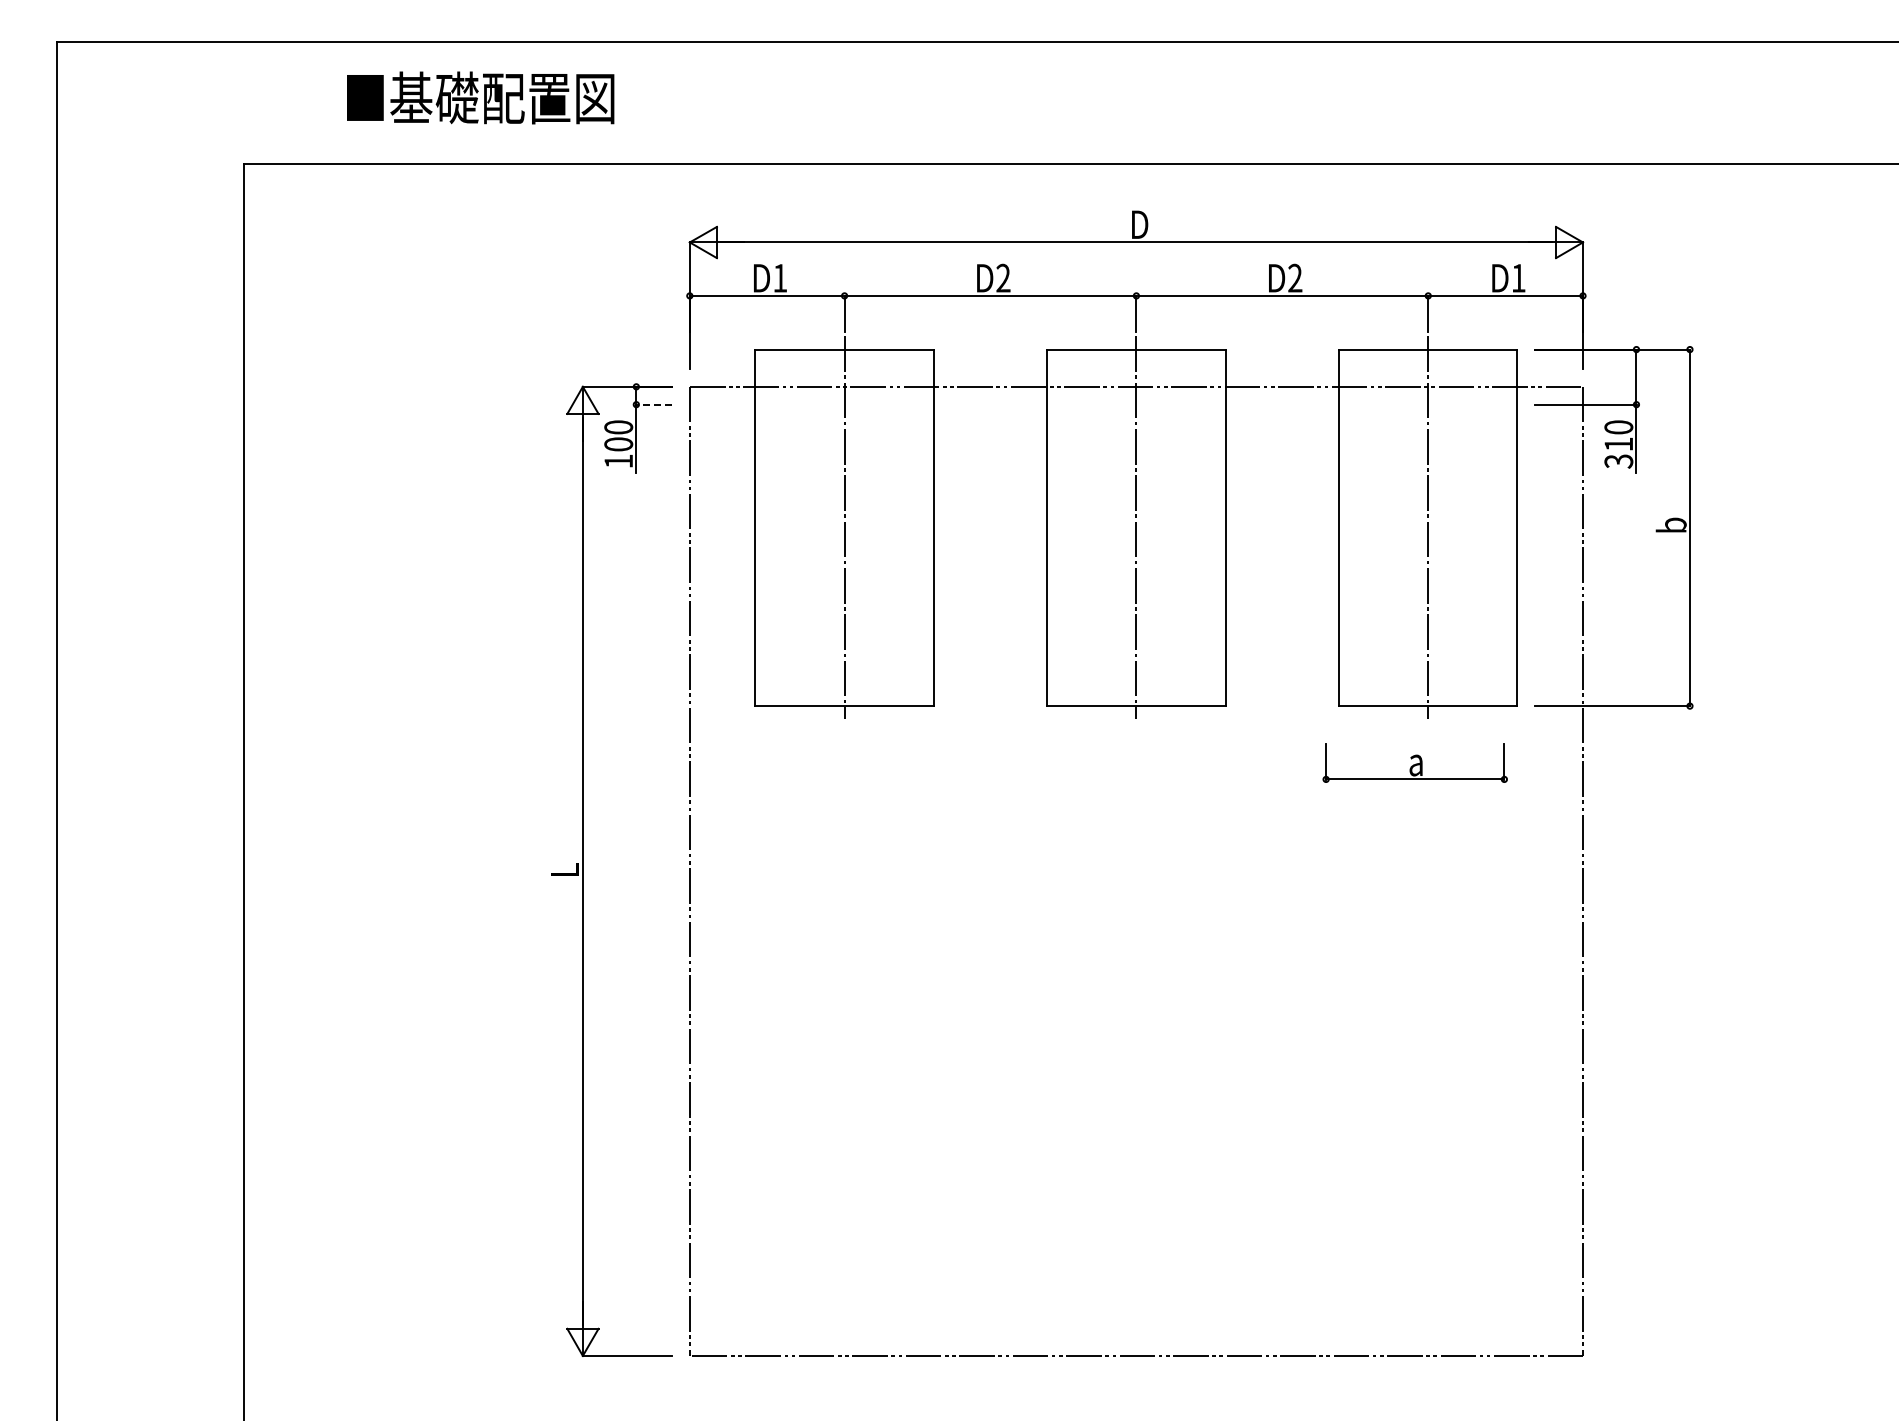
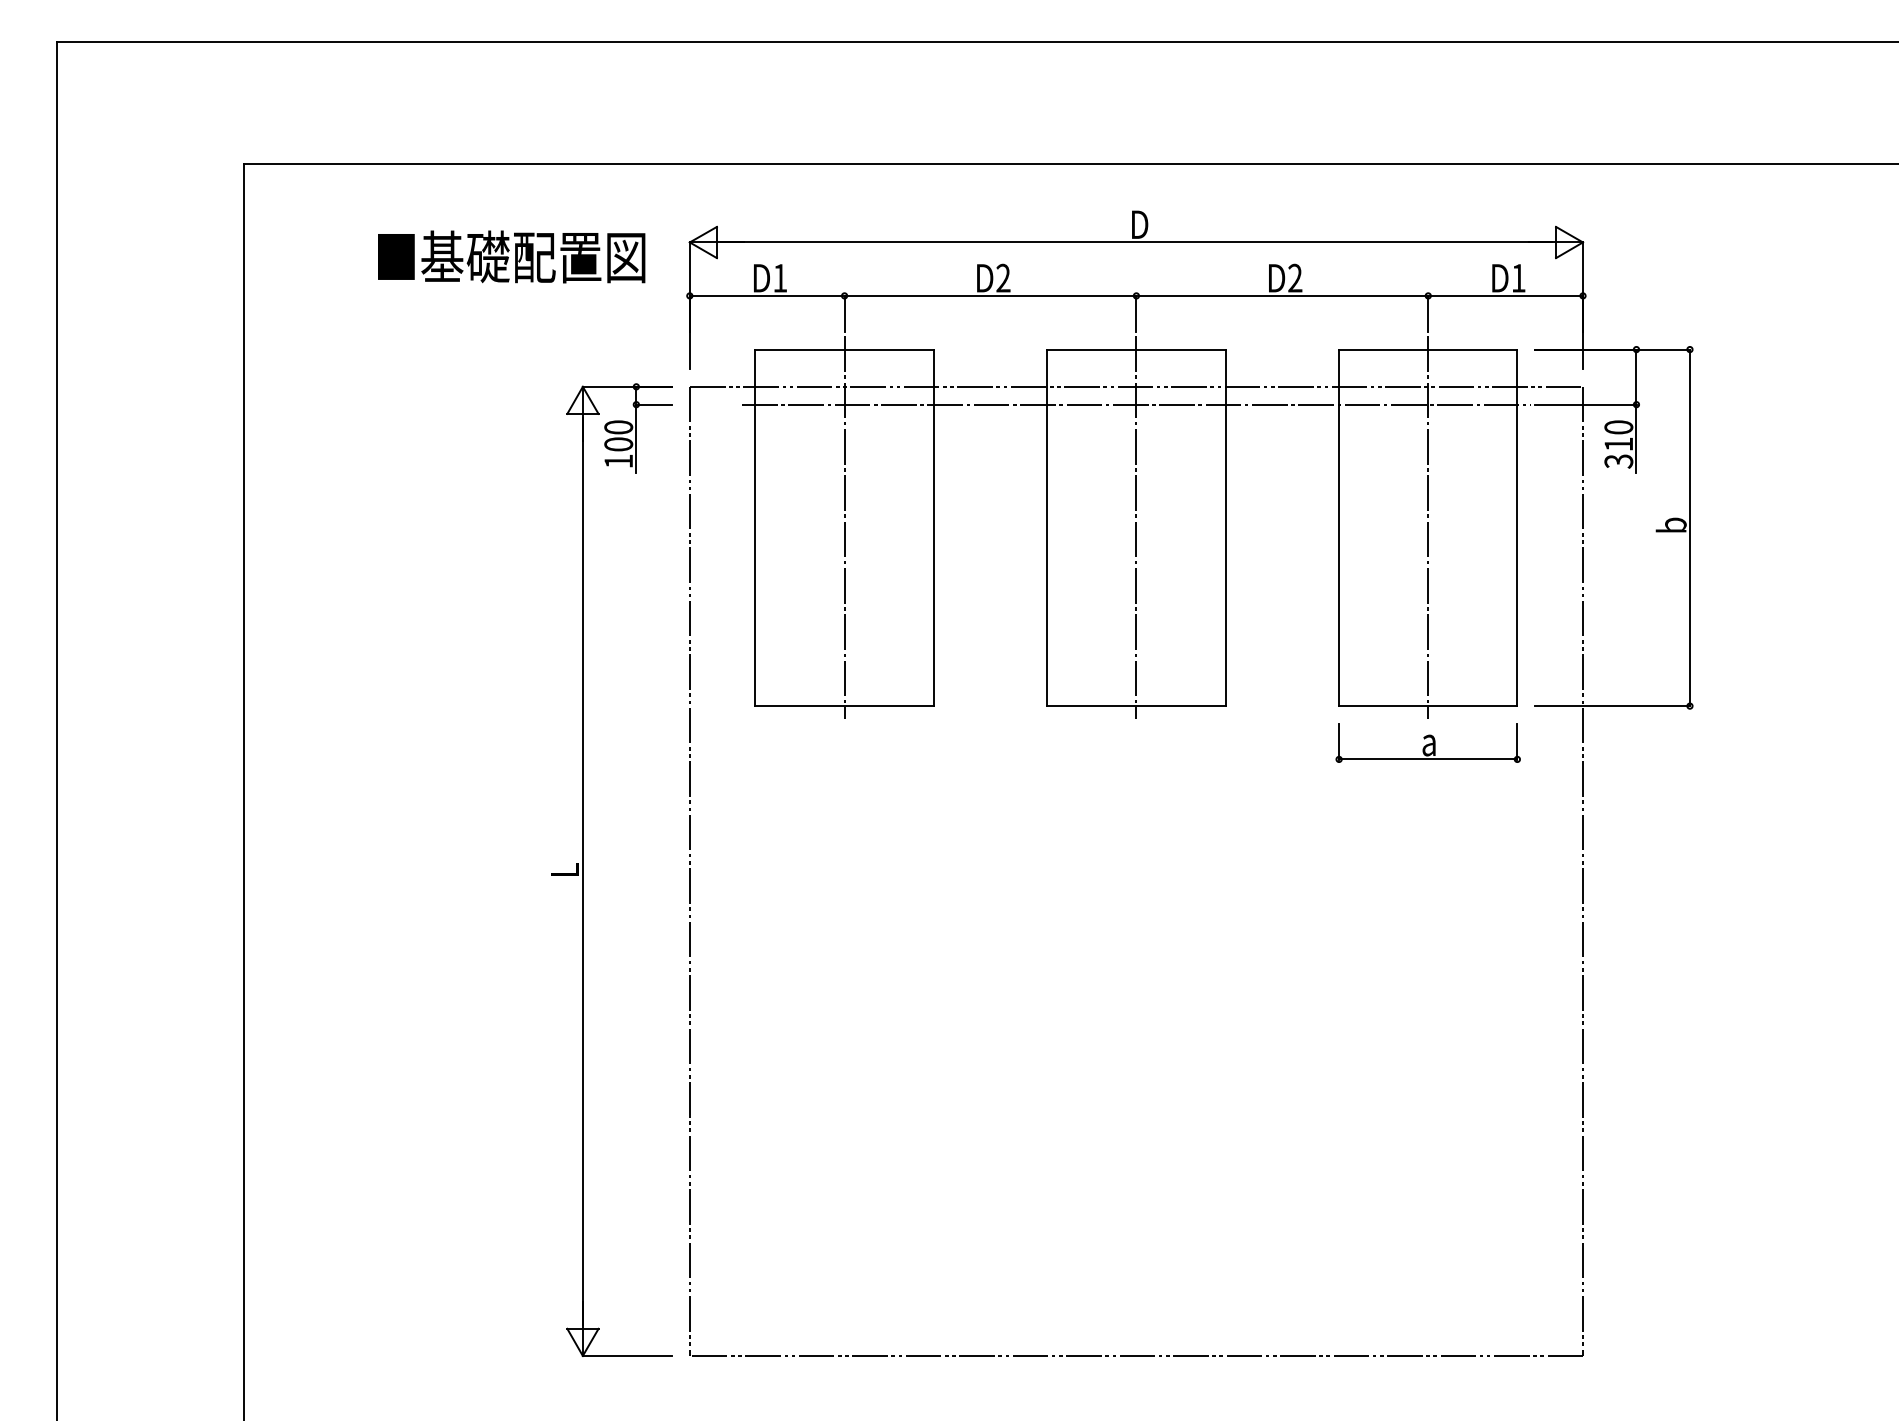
text at (480, 97) position: (480, 97) -> (511, 256)
line at (654, 404): dashed -> solid
line at (1136, 404): none -> present
part at (1414, 762) position: (1414, 762) -> (1427, 742)
